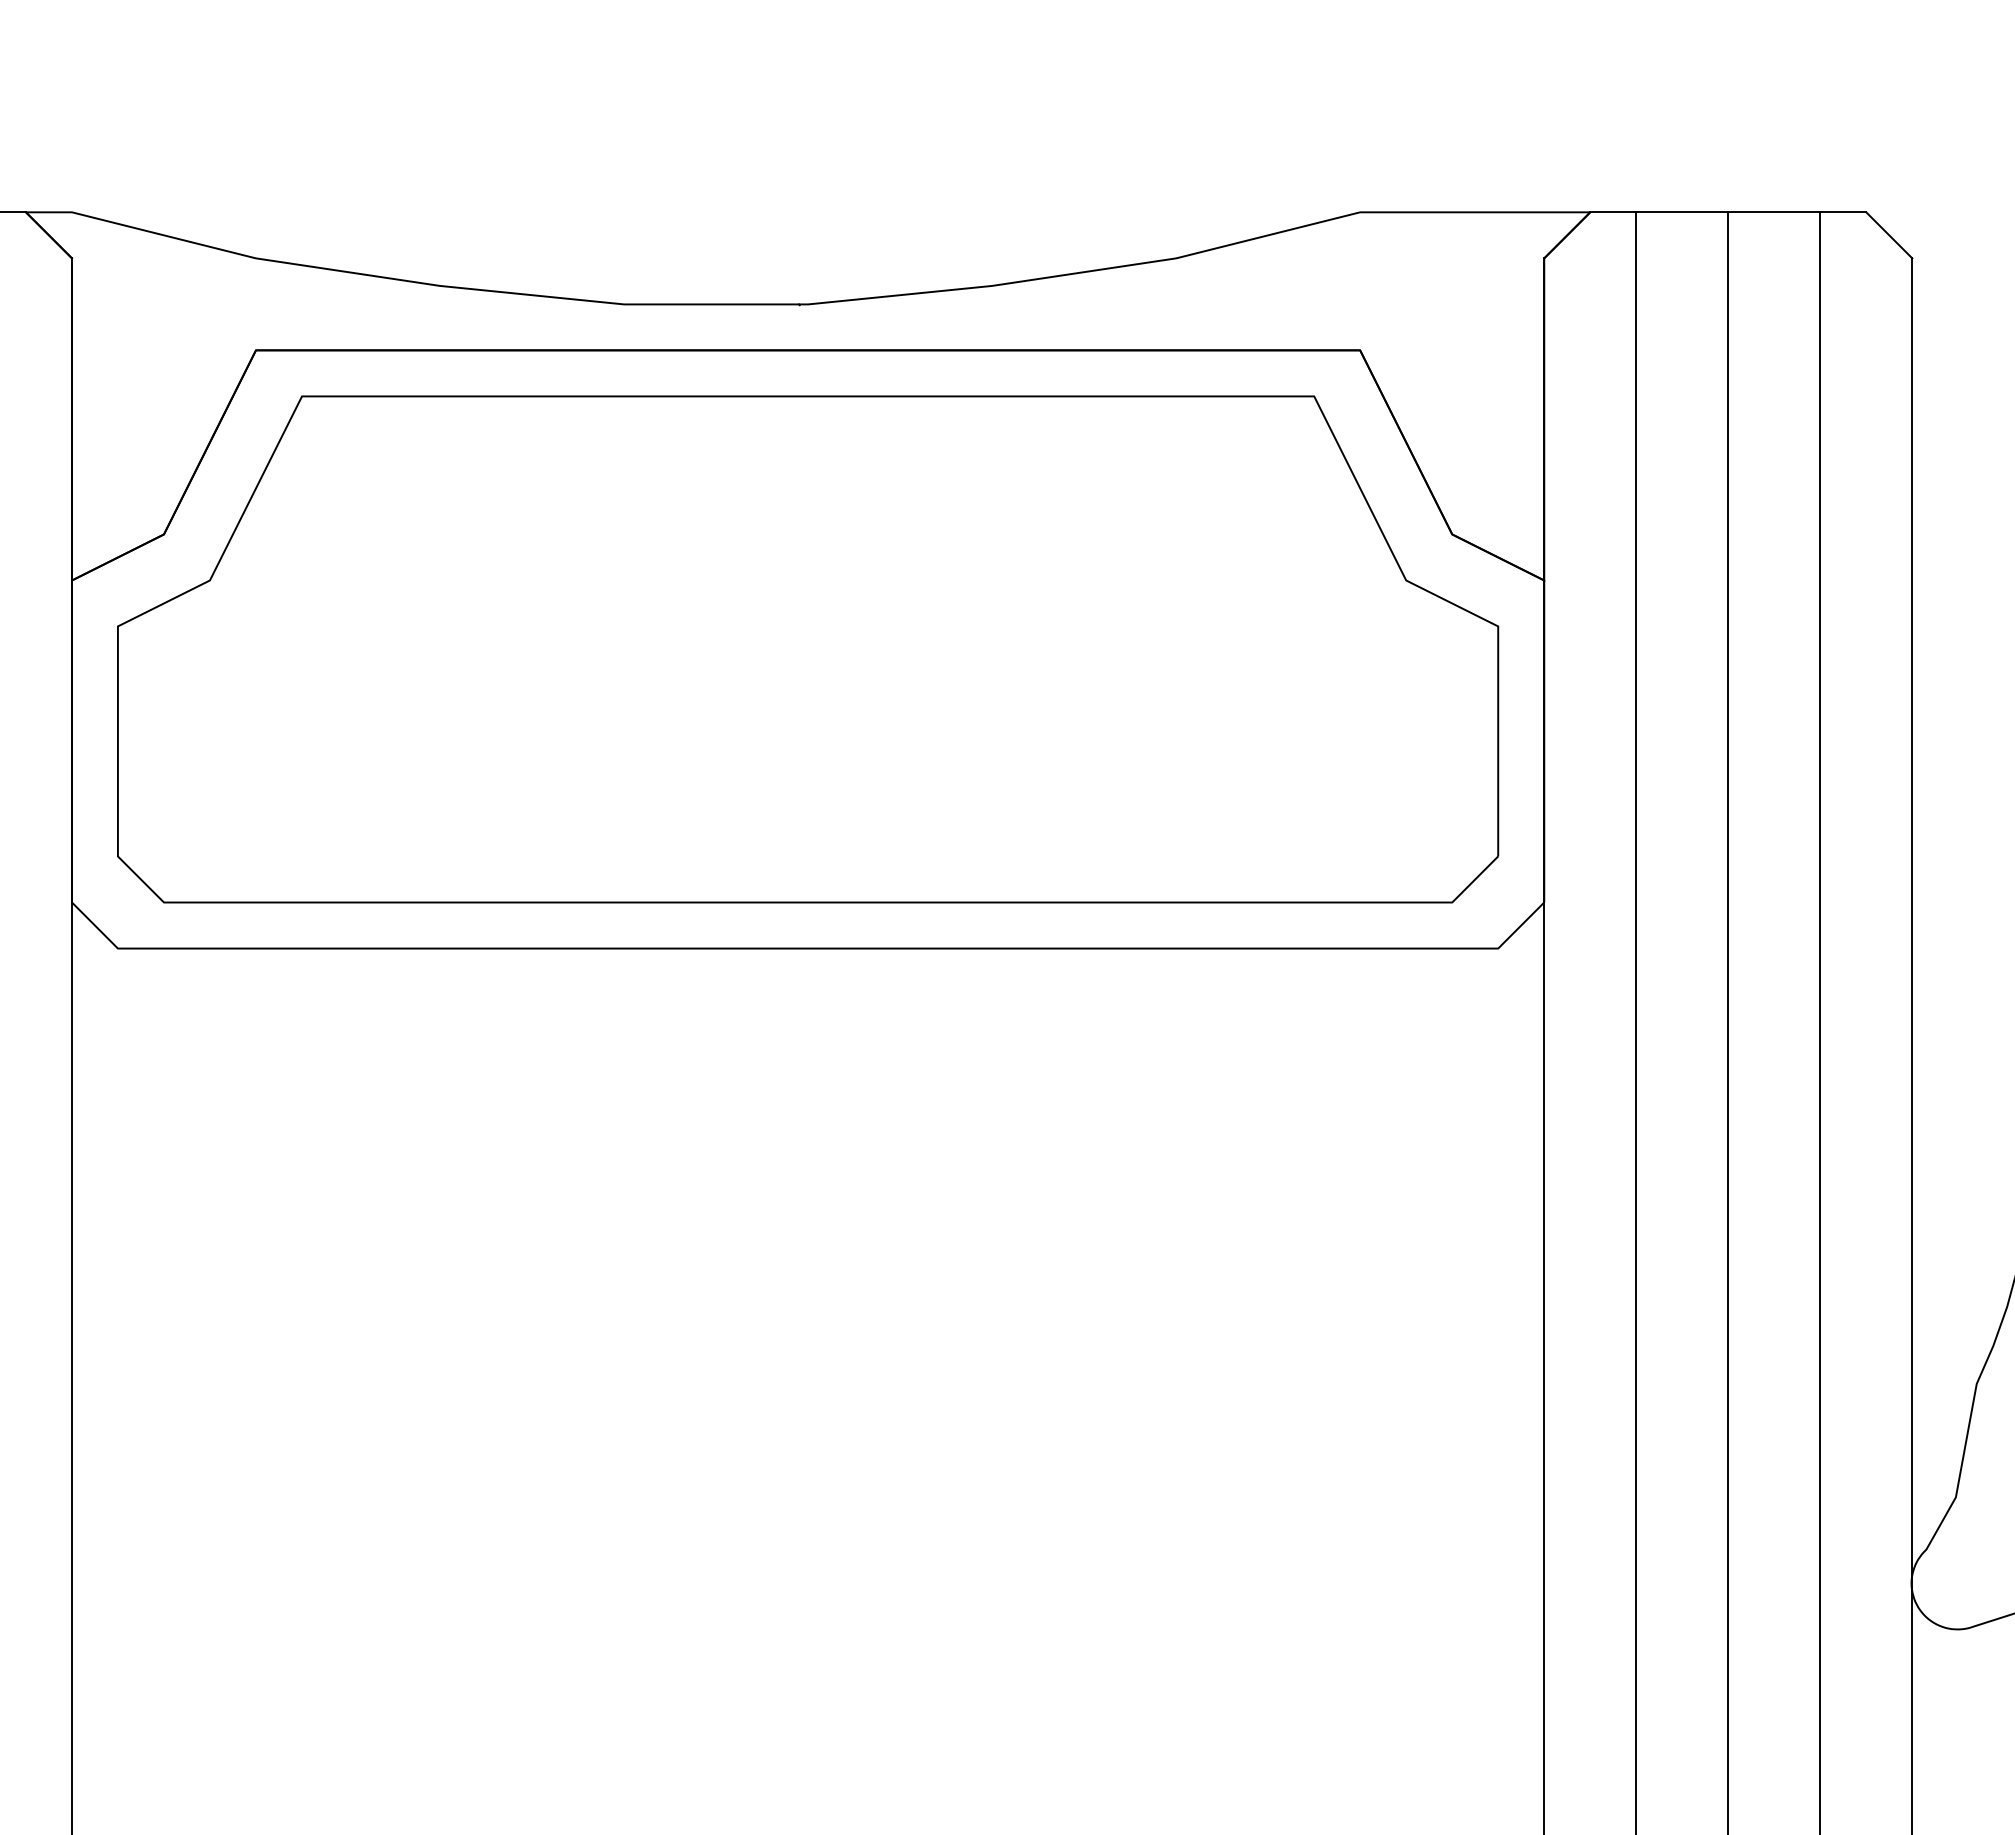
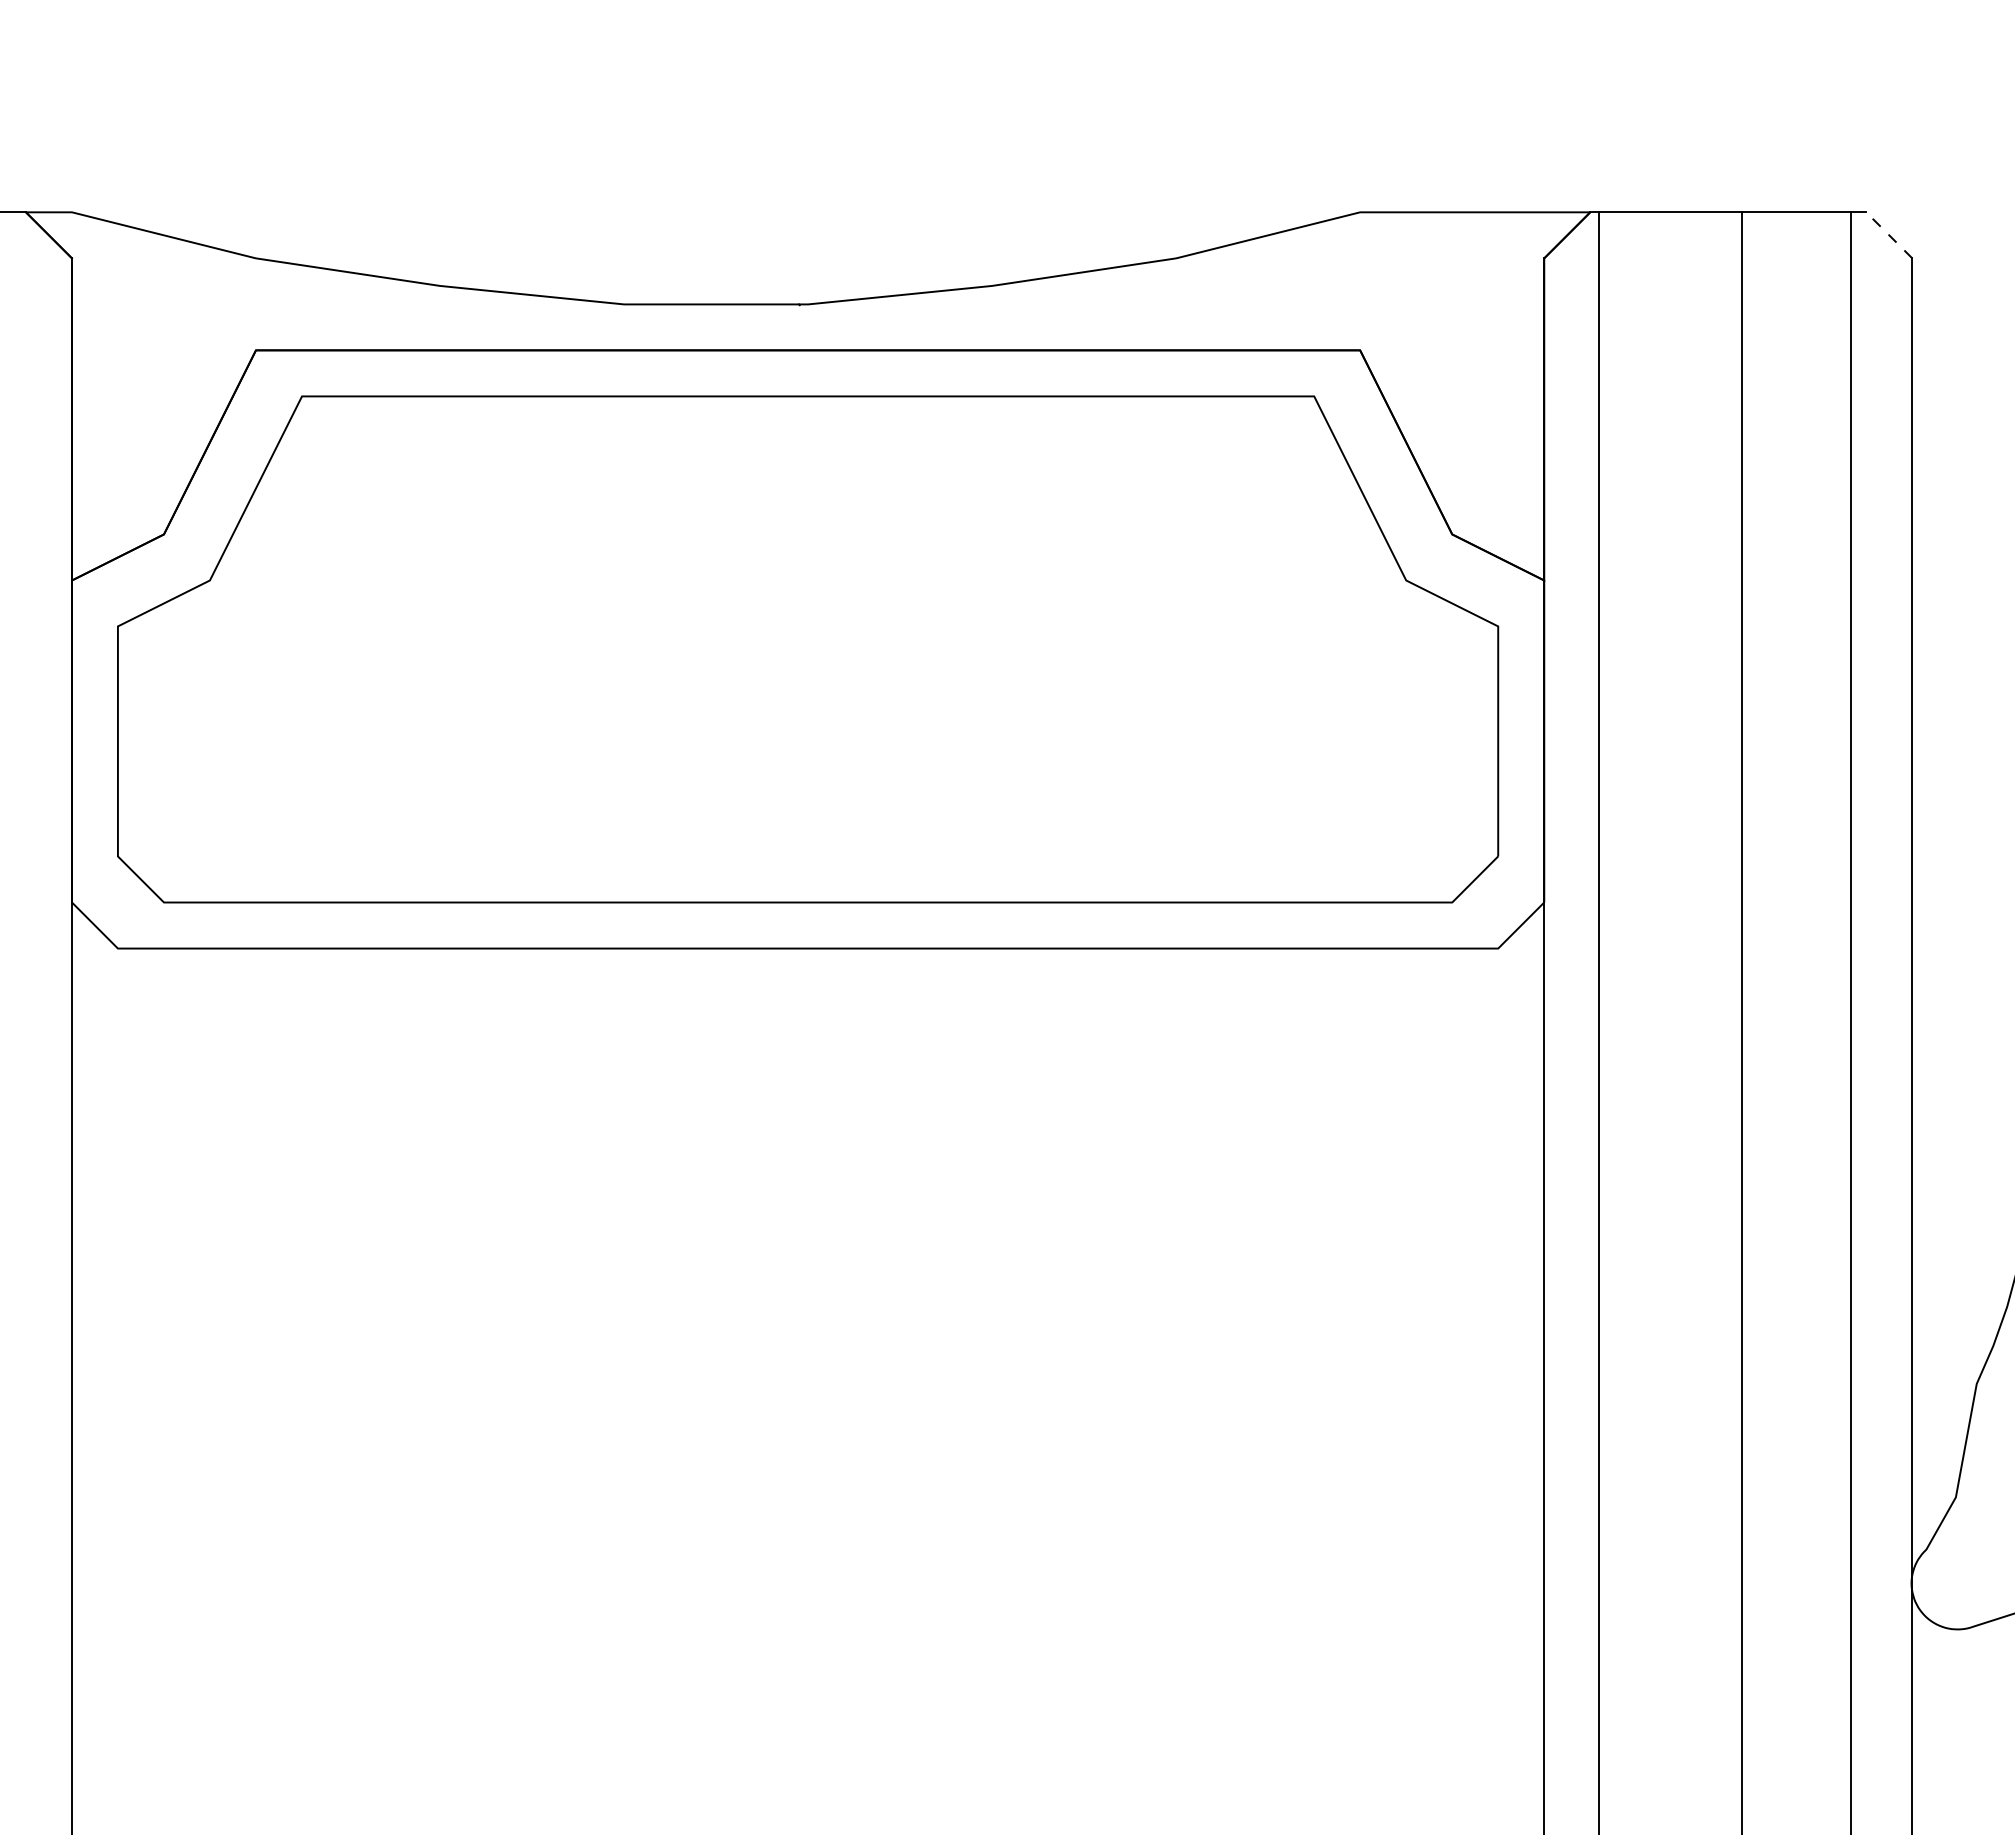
line at (1889, 235): solid -> dashed
line at (1636, 1021) position: (1636, 1021) -> (1599, 1021)
line at (1728, 1021) position: (1728, 1021) -> (1742, 1021)
line at (1820, 1021) position: (1820, 1021) -> (1851, 1021)
